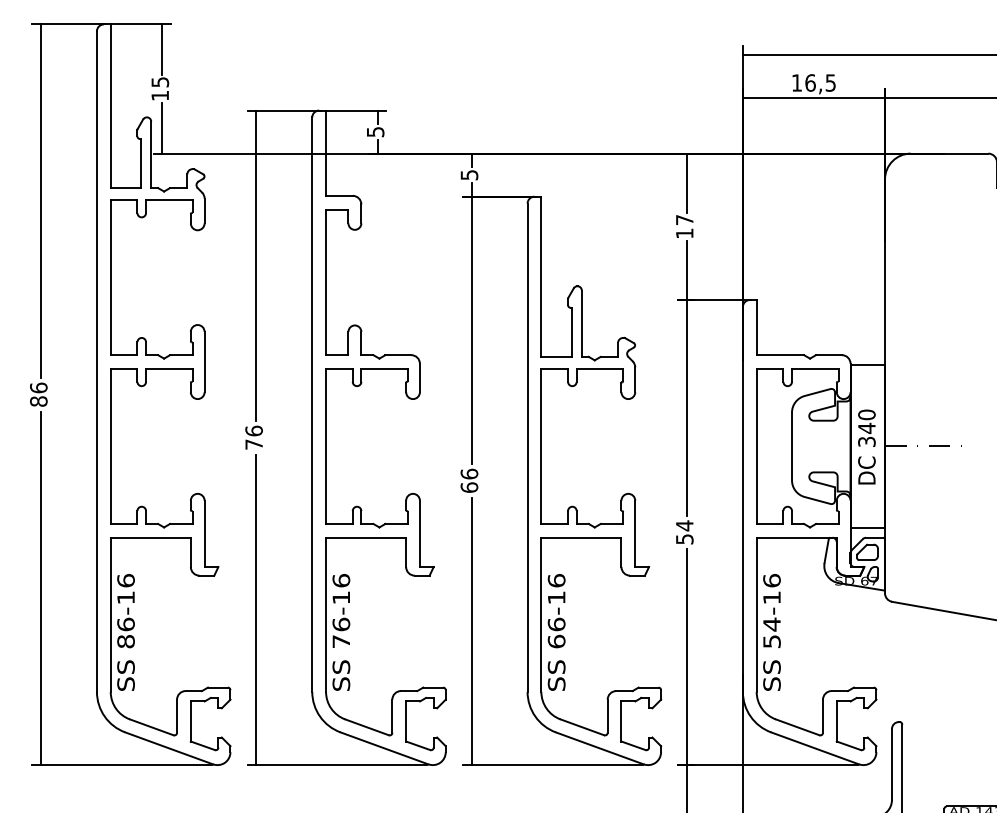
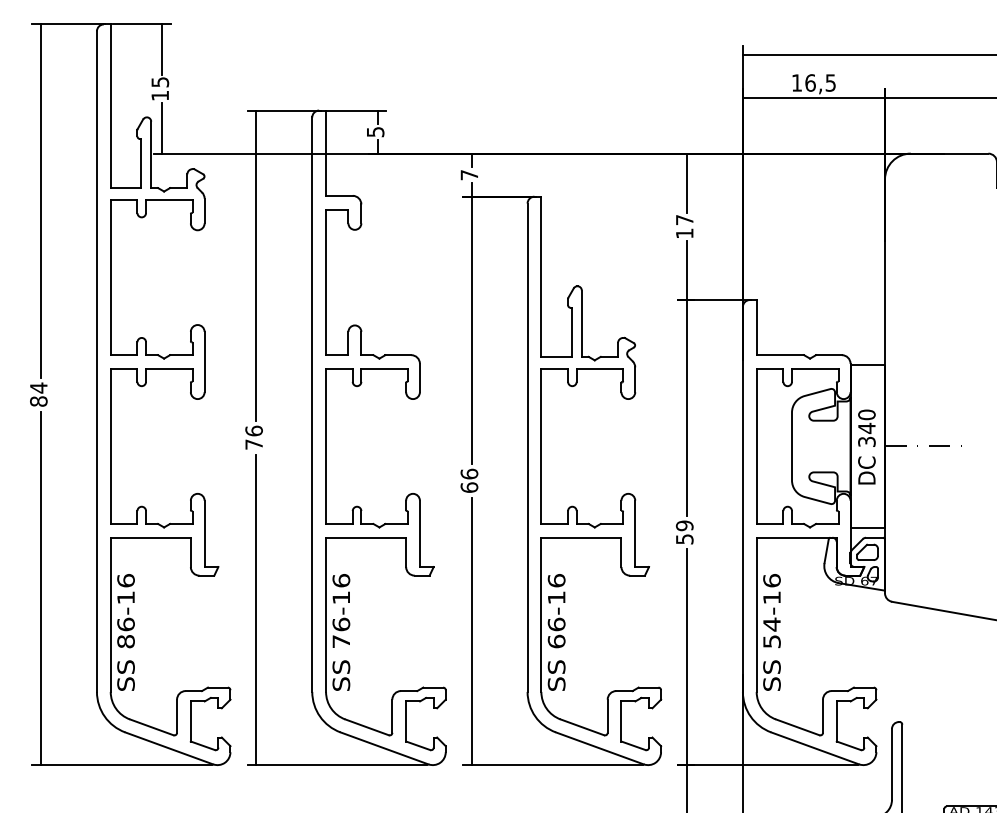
text at (469, 175): 5 -> 7
text at (38, 387): 86 -> 84
text at (684, 525): 54 -> 59
